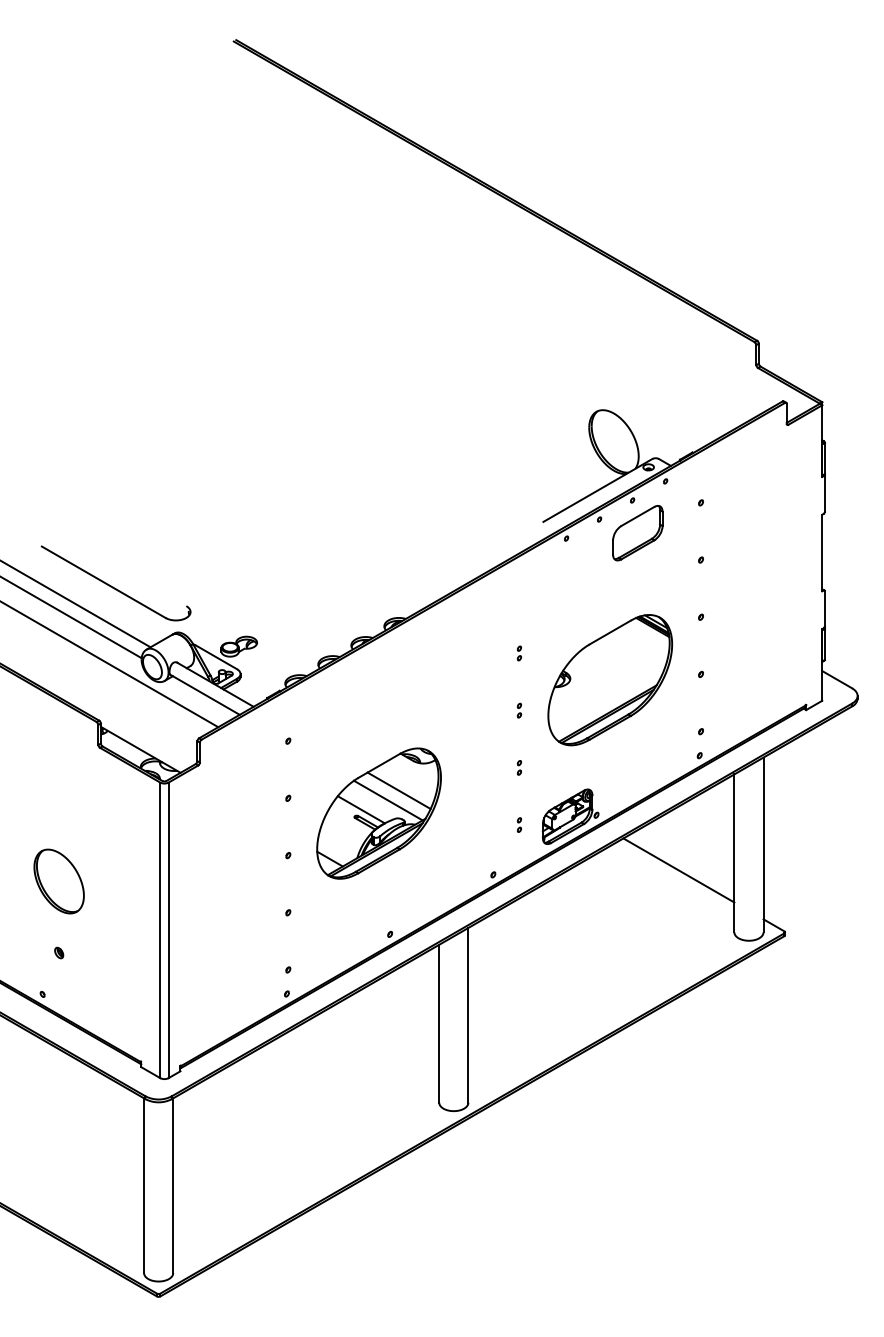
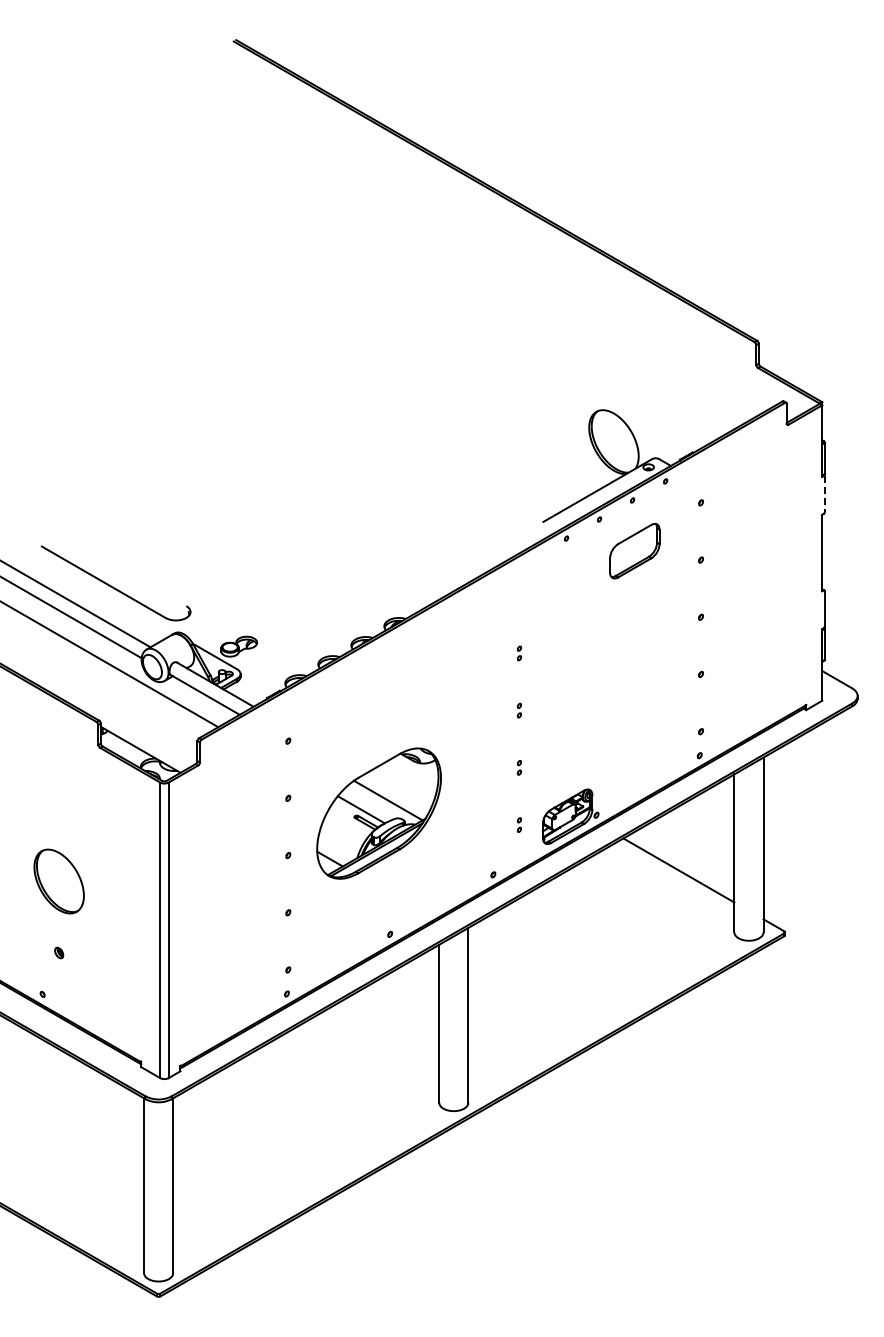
line at (824, 494): solid -> dashed
part at (637, 533) position: (637, 533) -> (634, 551)
part at (610, 680): present -> none
line at (398, 790): present -> none
